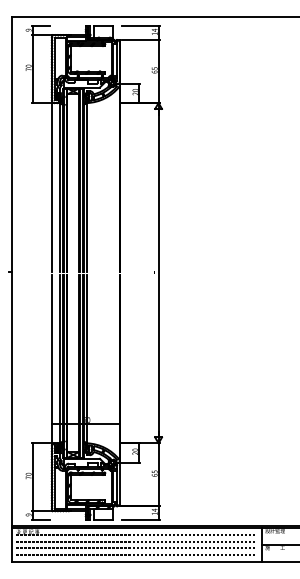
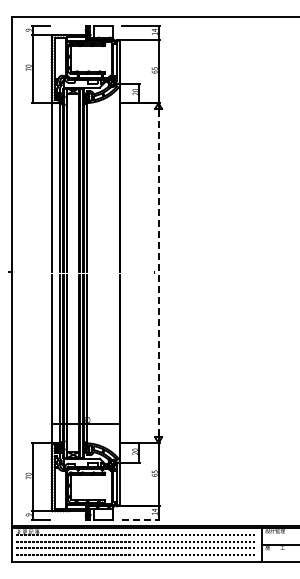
line at (158, 273): solid -> dashed
line at (140, 519): solid -> dashed
